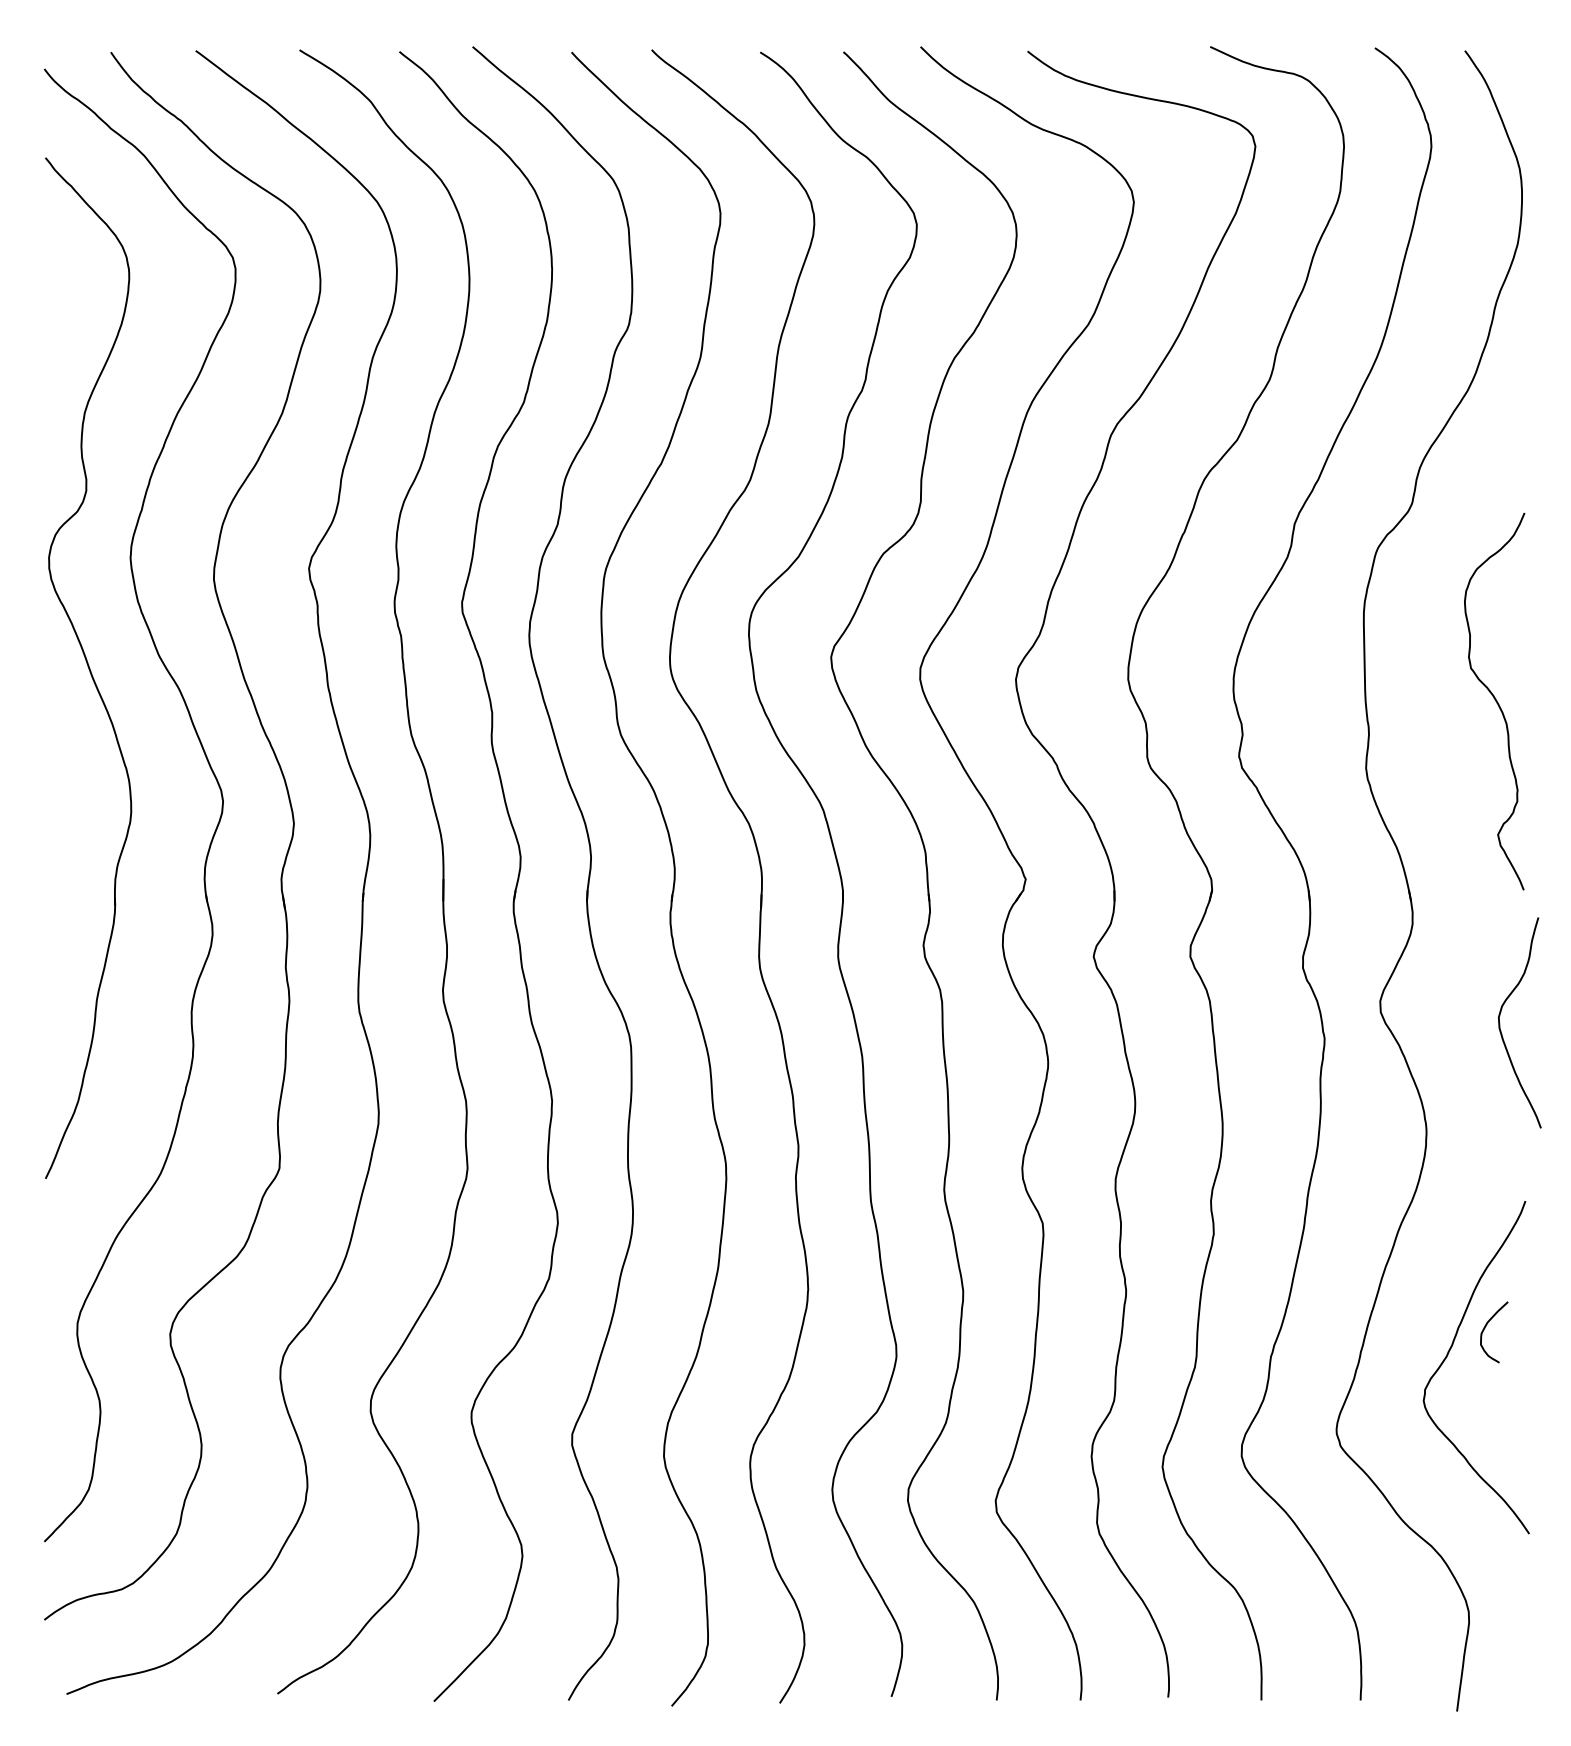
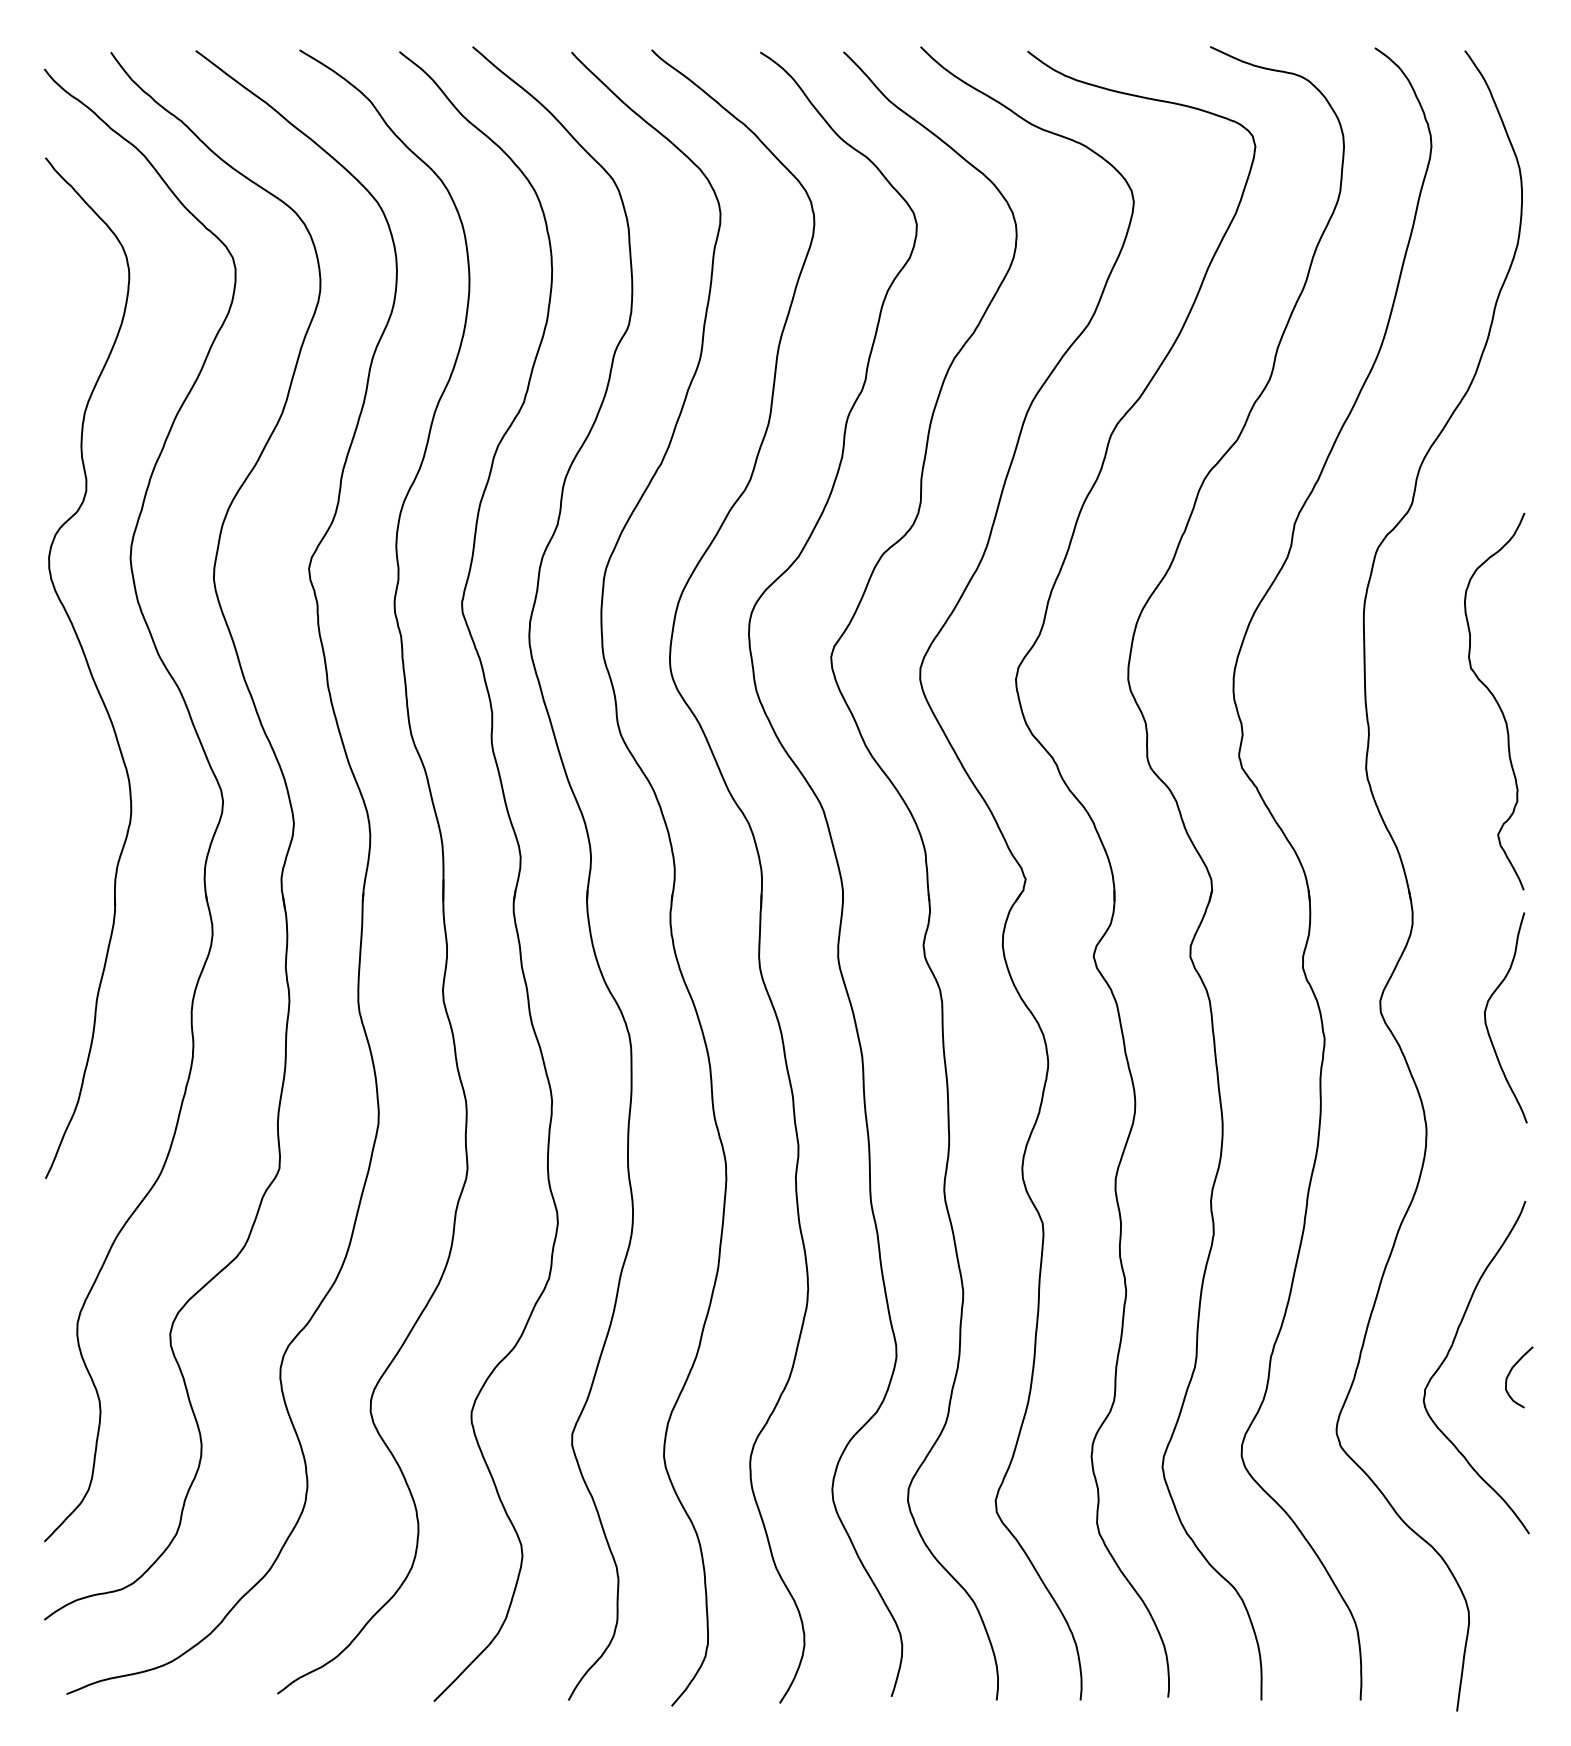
curve at (1500, 1023) position: (1500, 1023) -> (1486, 1018)
curve at (1485, 1328) position: (1485, 1328) -> (1510, 1373)
